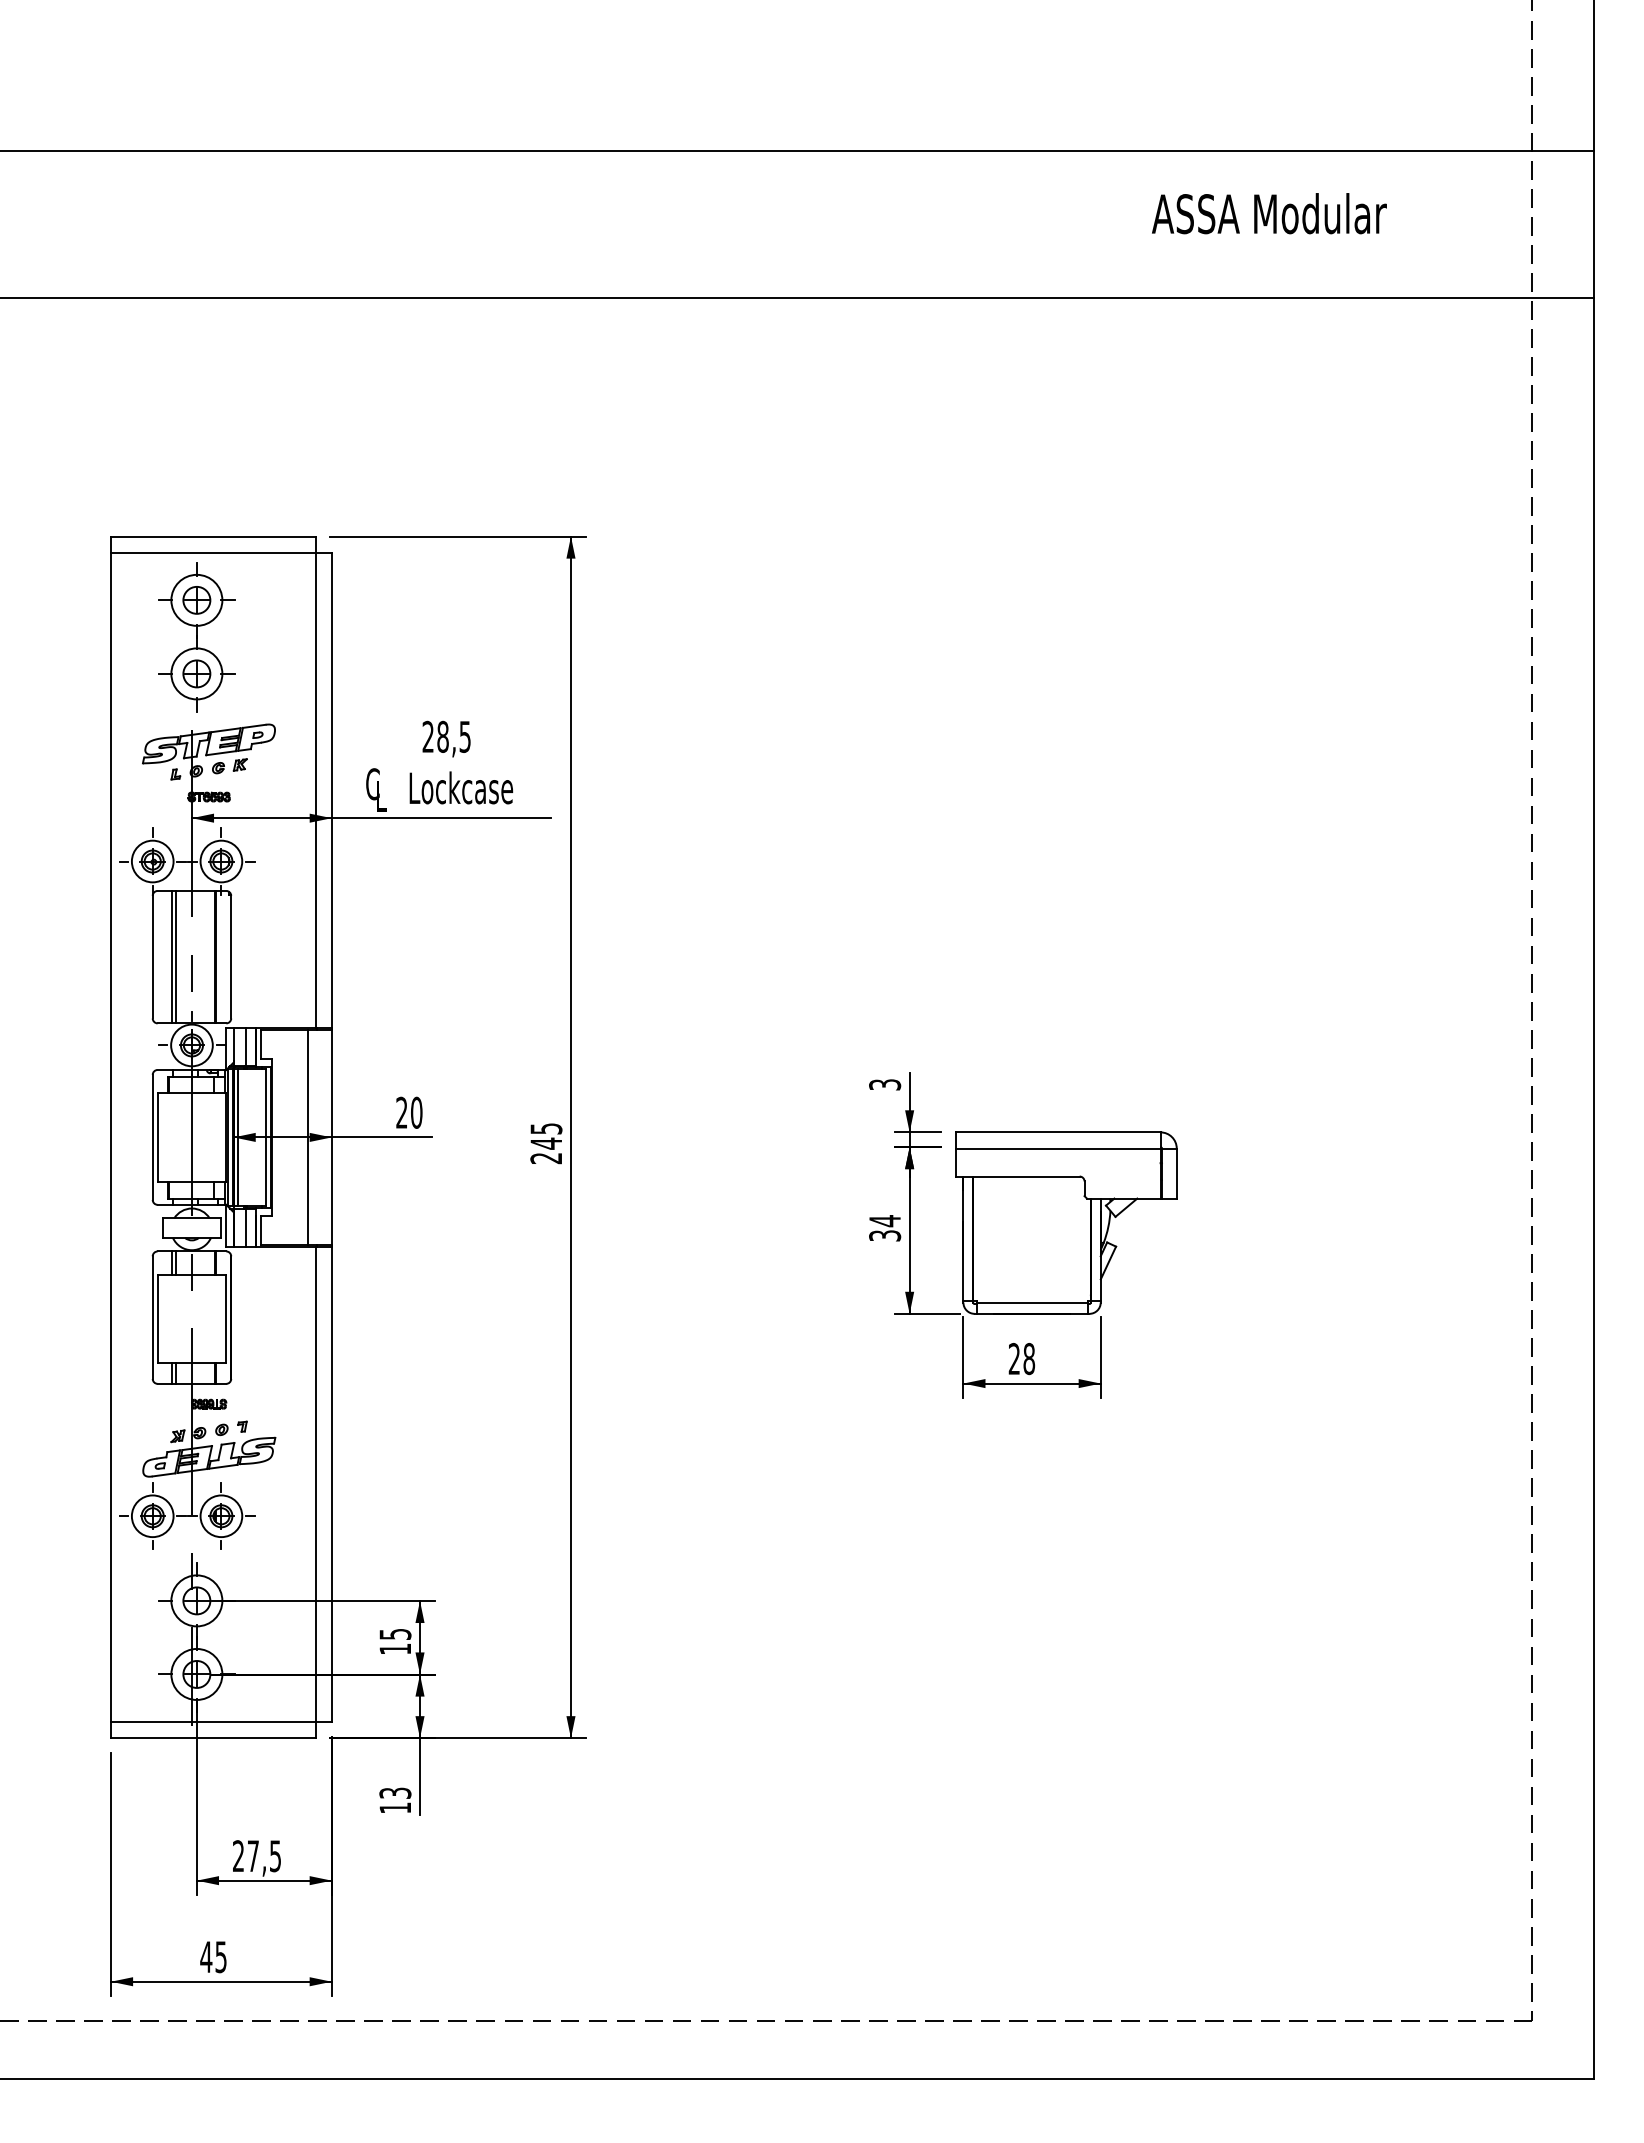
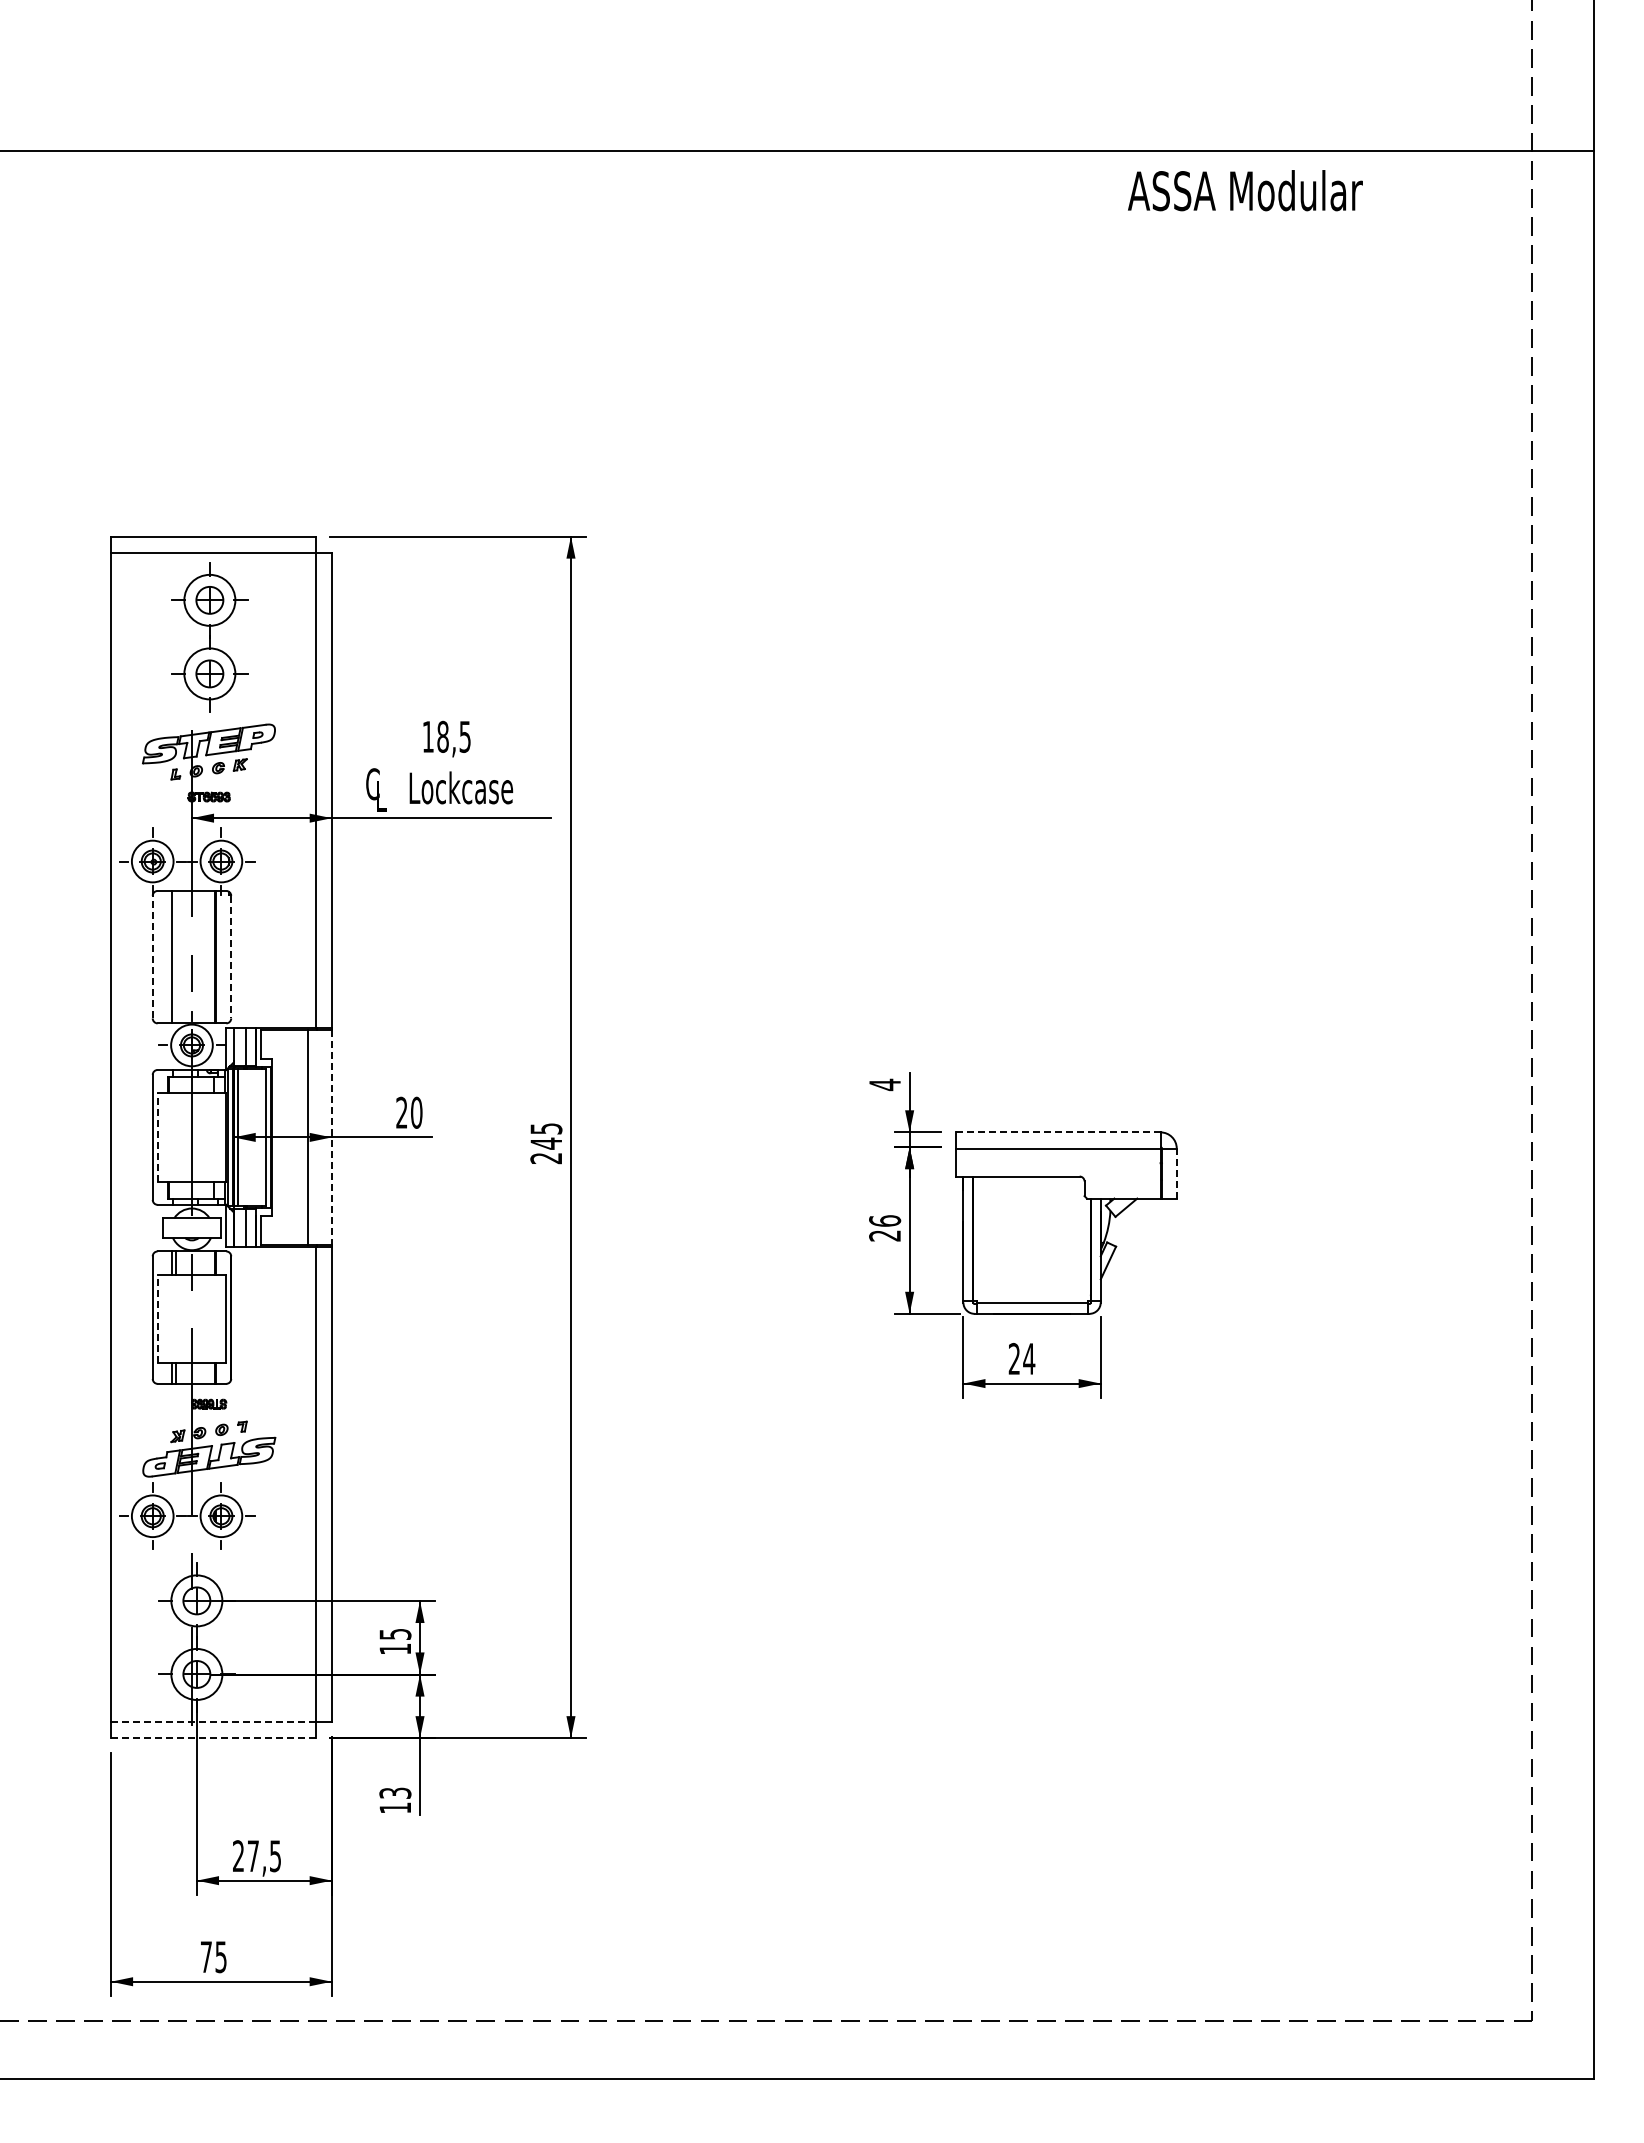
text at (1269, 213) position: (1269, 213) -> (1245, 190)
line at (798, 298): present -> none
part at (196, 637) position: (196, 637) -> (209, 637)
text at (427, 736): 28,5 -> 18,5
line at (152, 956): solid -> dashed
line at (176, 956): present -> none
line at (231, 957): solid -> dashed
text at (885, 1084): 3 -> 4
line at (1057, 1132): solid -> dashed
line at (157, 1136): solid -> dashed
line at (331, 1137): solid -> dashed
line at (1176, 1173): solid -> dashed
text at (885, 1228): 34 -> 26
line at (157, 1318): solid -> dashed
text at (1029, 1358): 28 -> 24
line at (212, 1722): solid -> dashed
line at (213, 1738): solid -> dashed
text at (206, 1956): 45 -> 75
